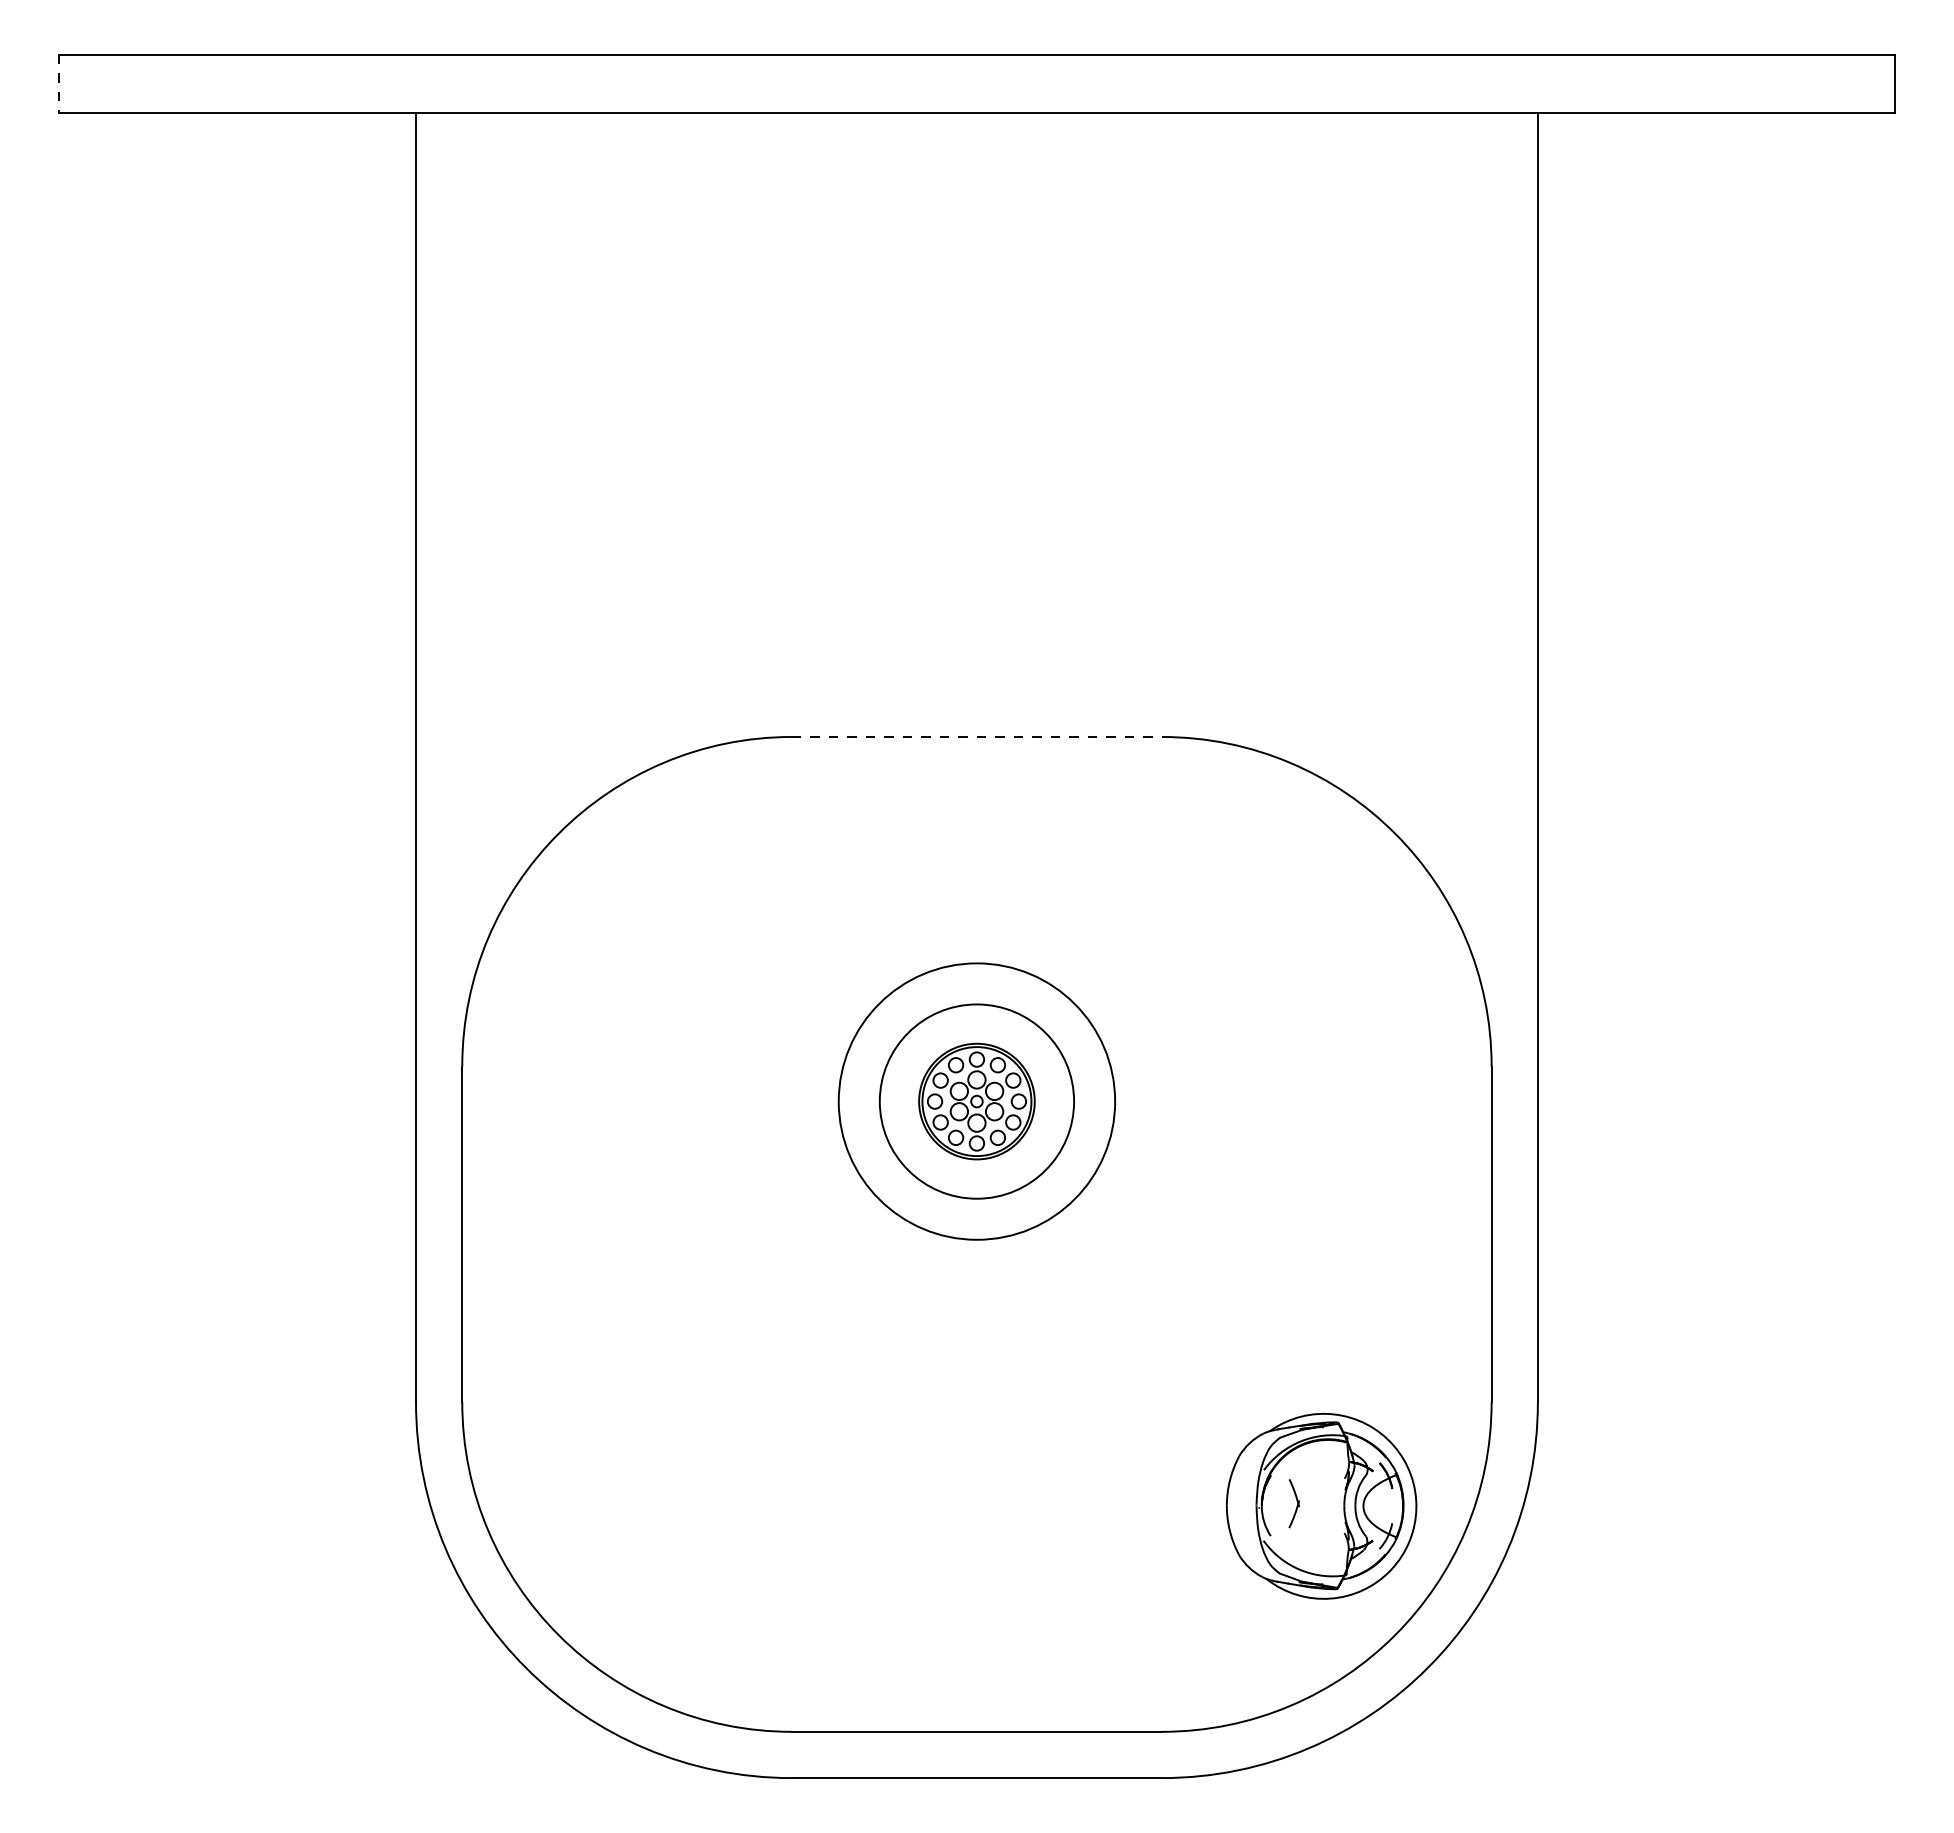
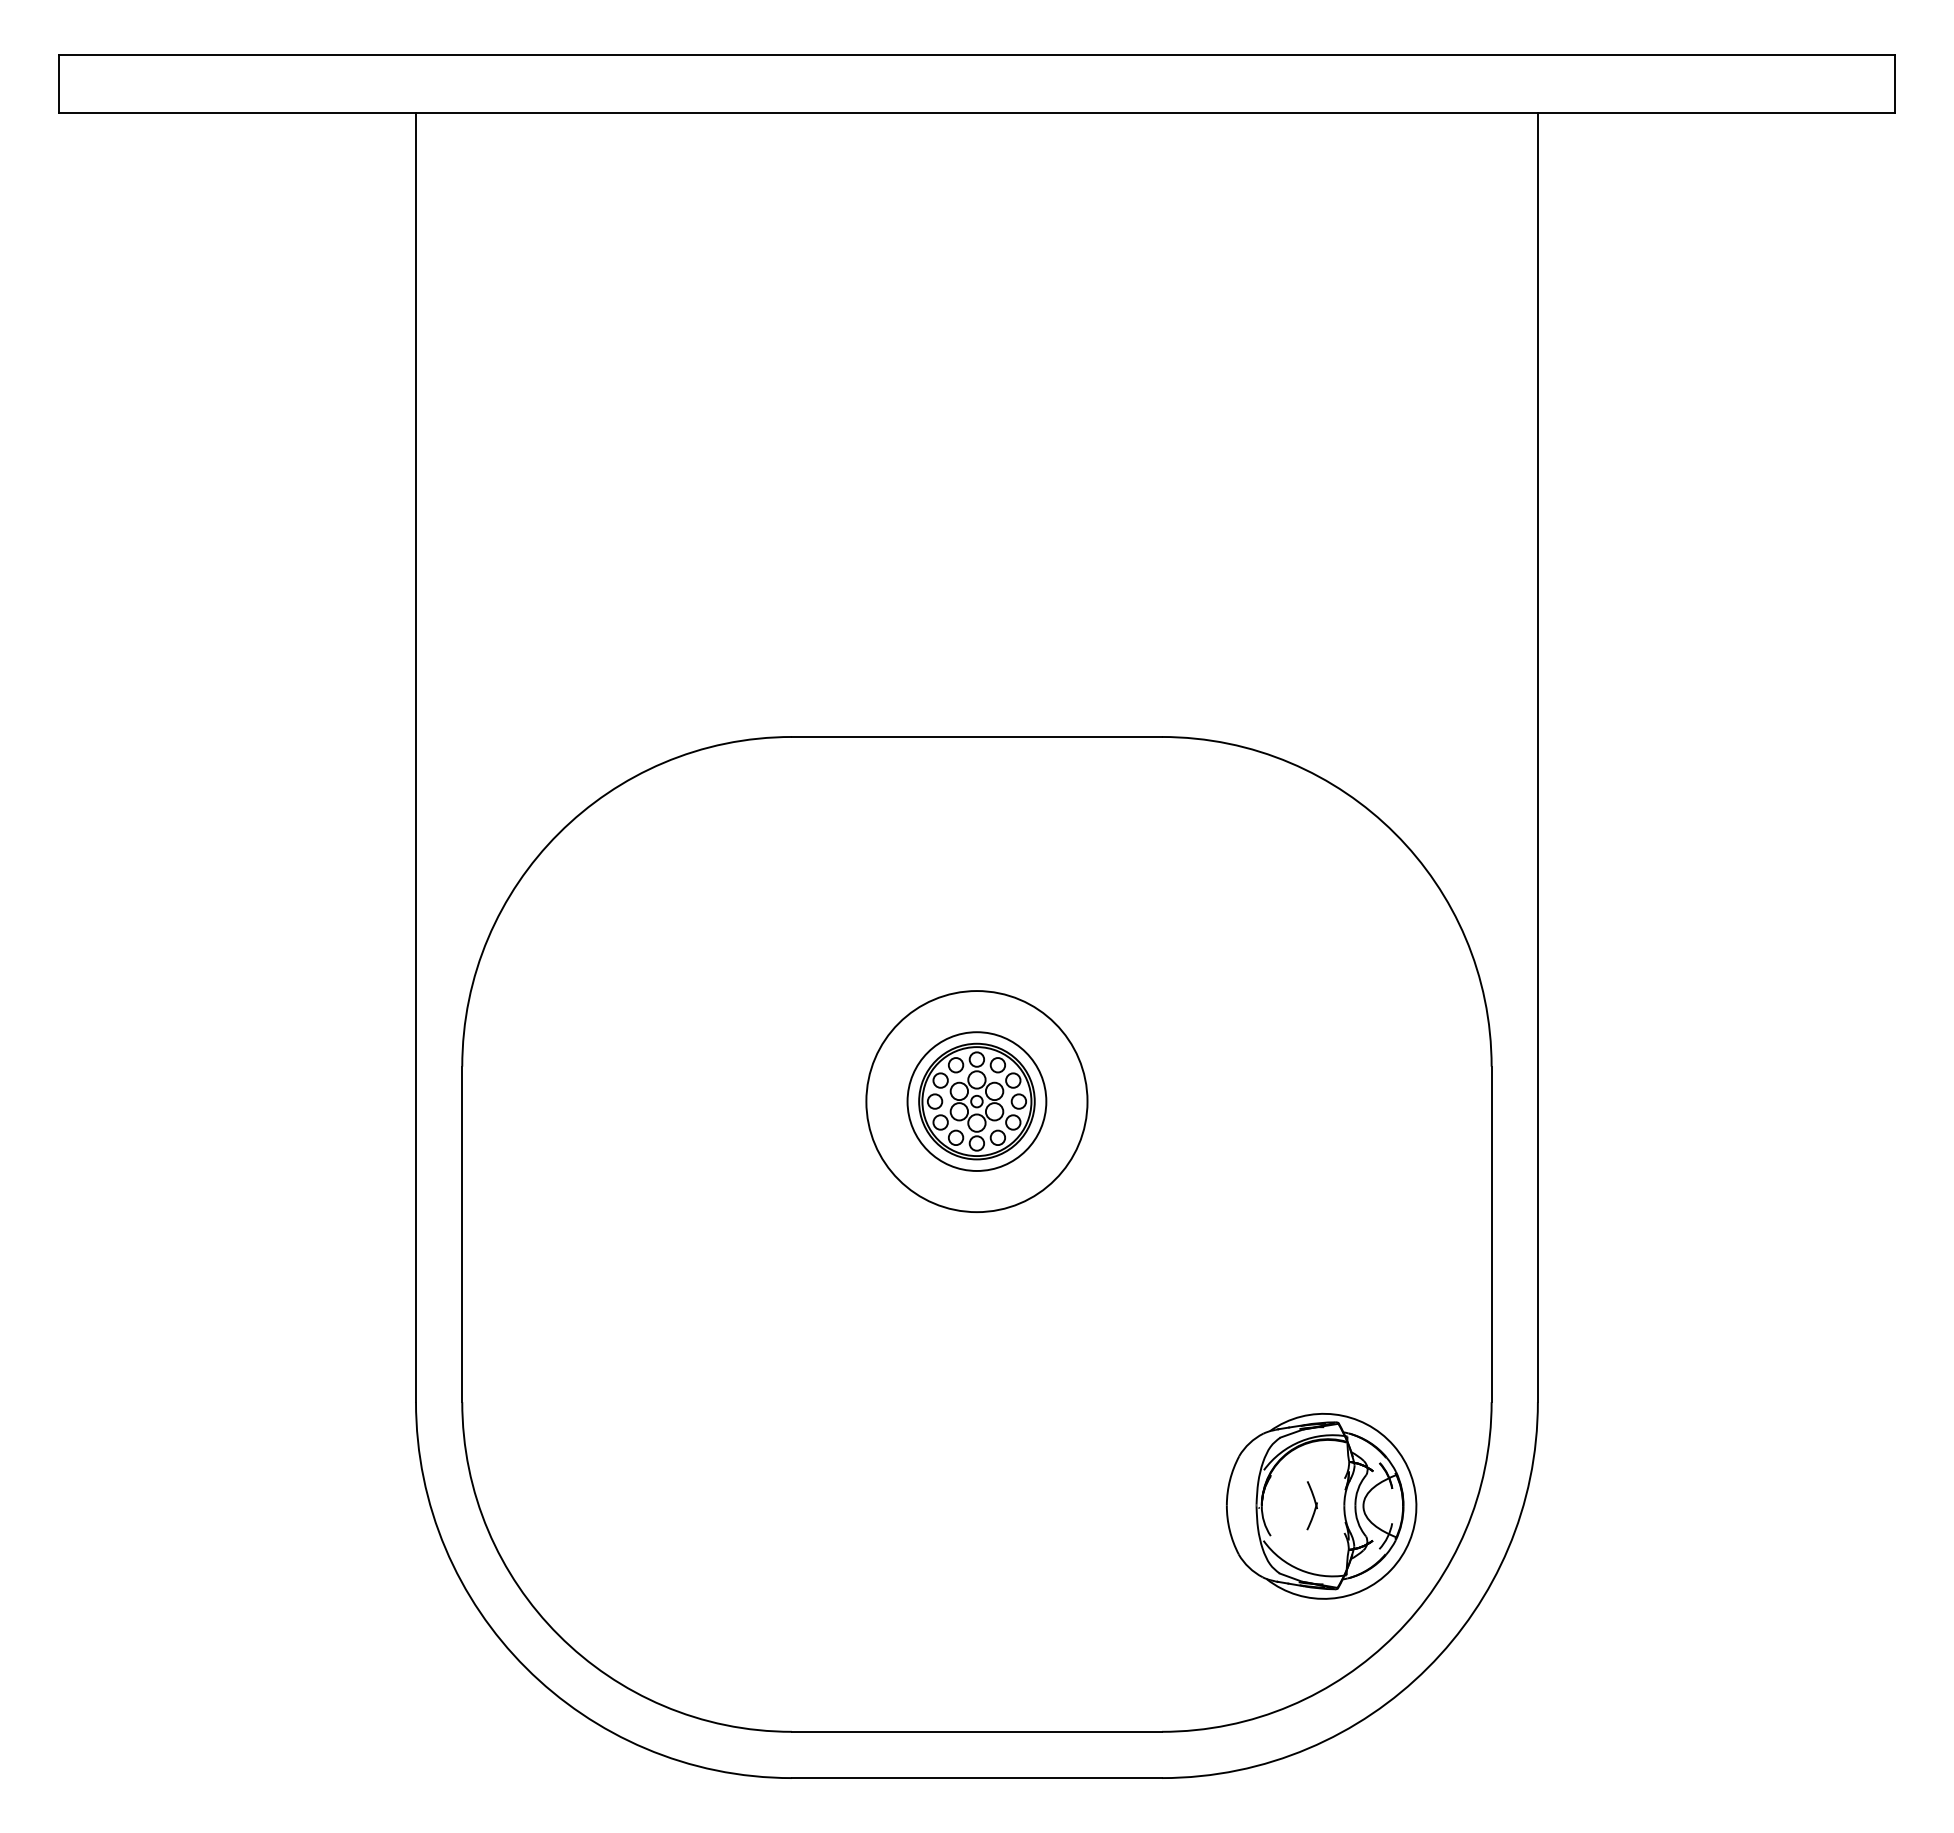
line at (58, 83): dashed -> solid
line at (977, 737): dashed -> solid
circle at (976, 1101) diameter: 194 px -> 139 px
circle at (976, 1101) diameter: 276 px -> 221 px
part at (1293, 1503) position: (1293, 1503) -> (1311, 1505)
